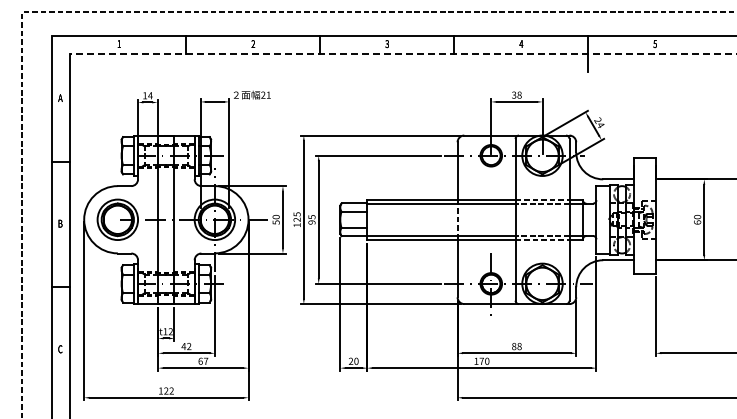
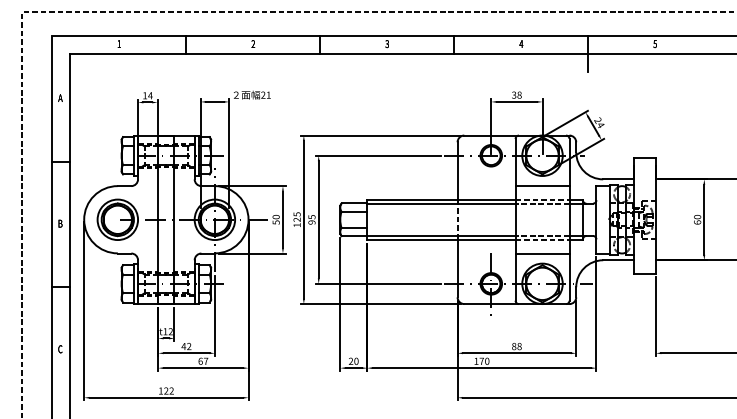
line at (403, 54): dashed -> solid
line at (542, 186): none -> present
line at (542, 253): none -> present
